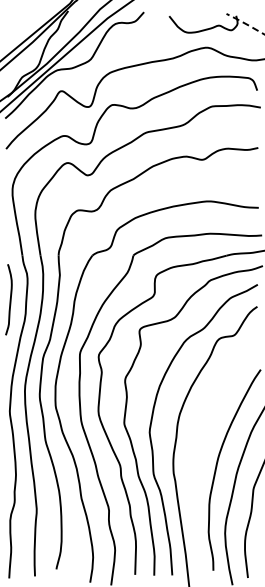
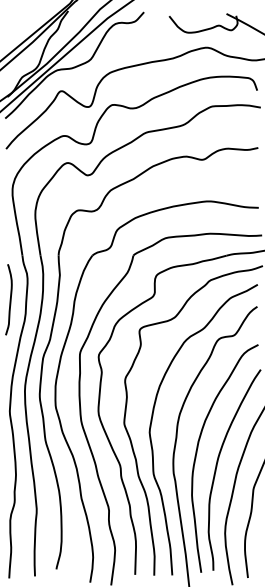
line at (245, 23): dashed -> solid
curve at (197, 453): none -> present
